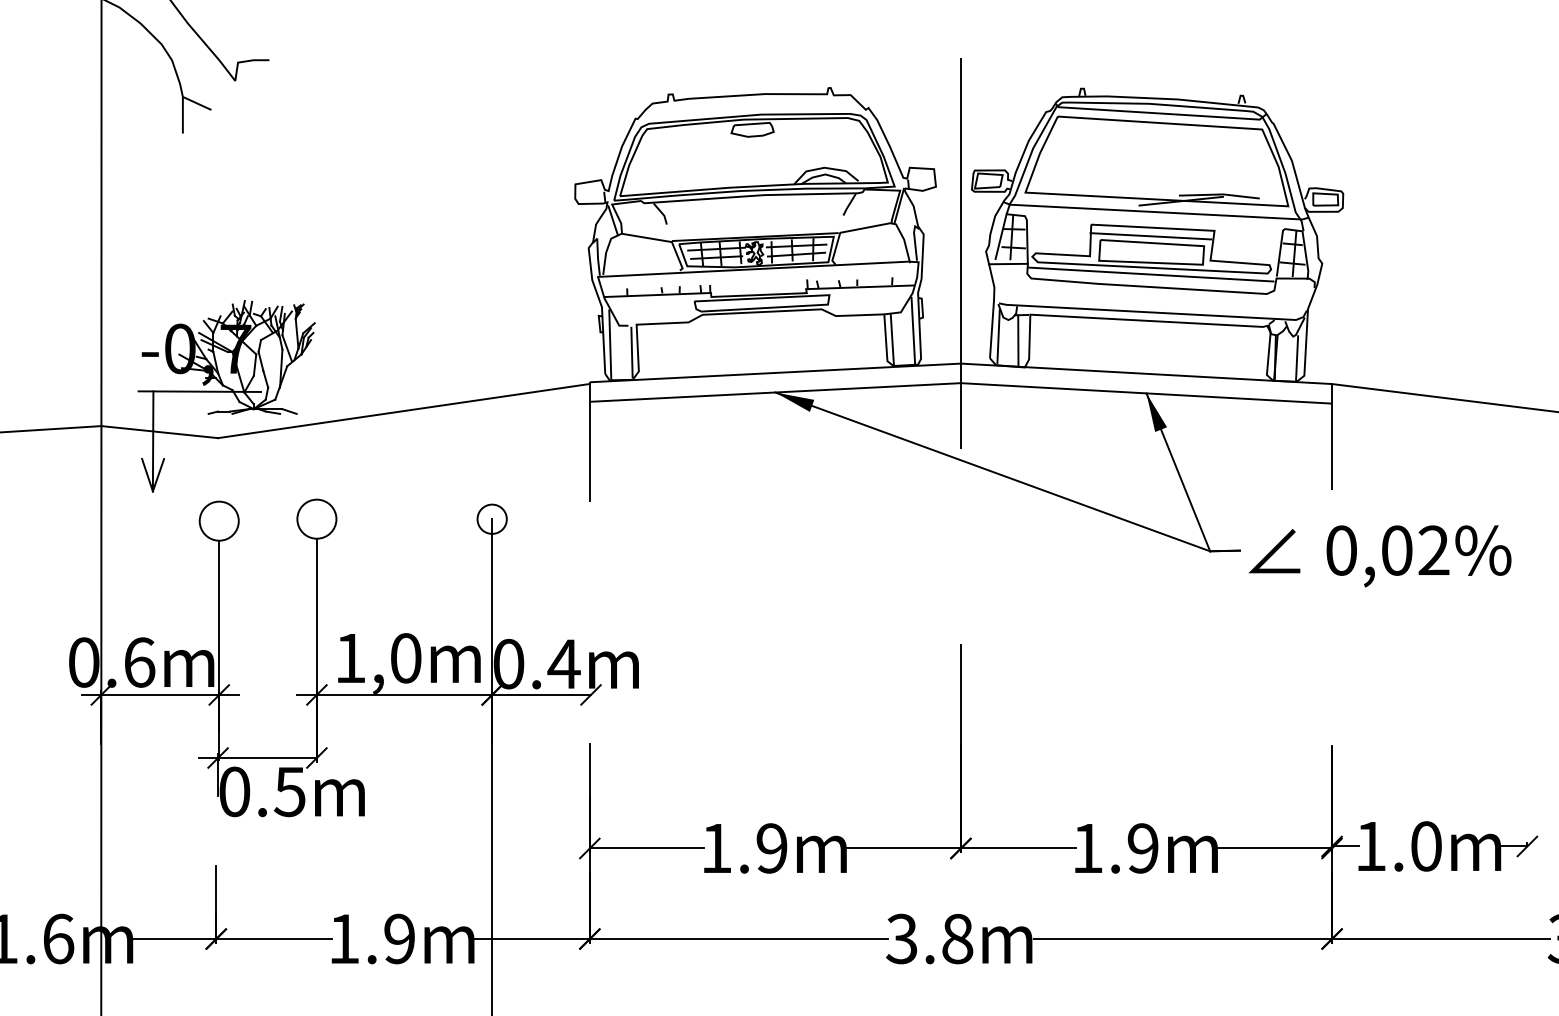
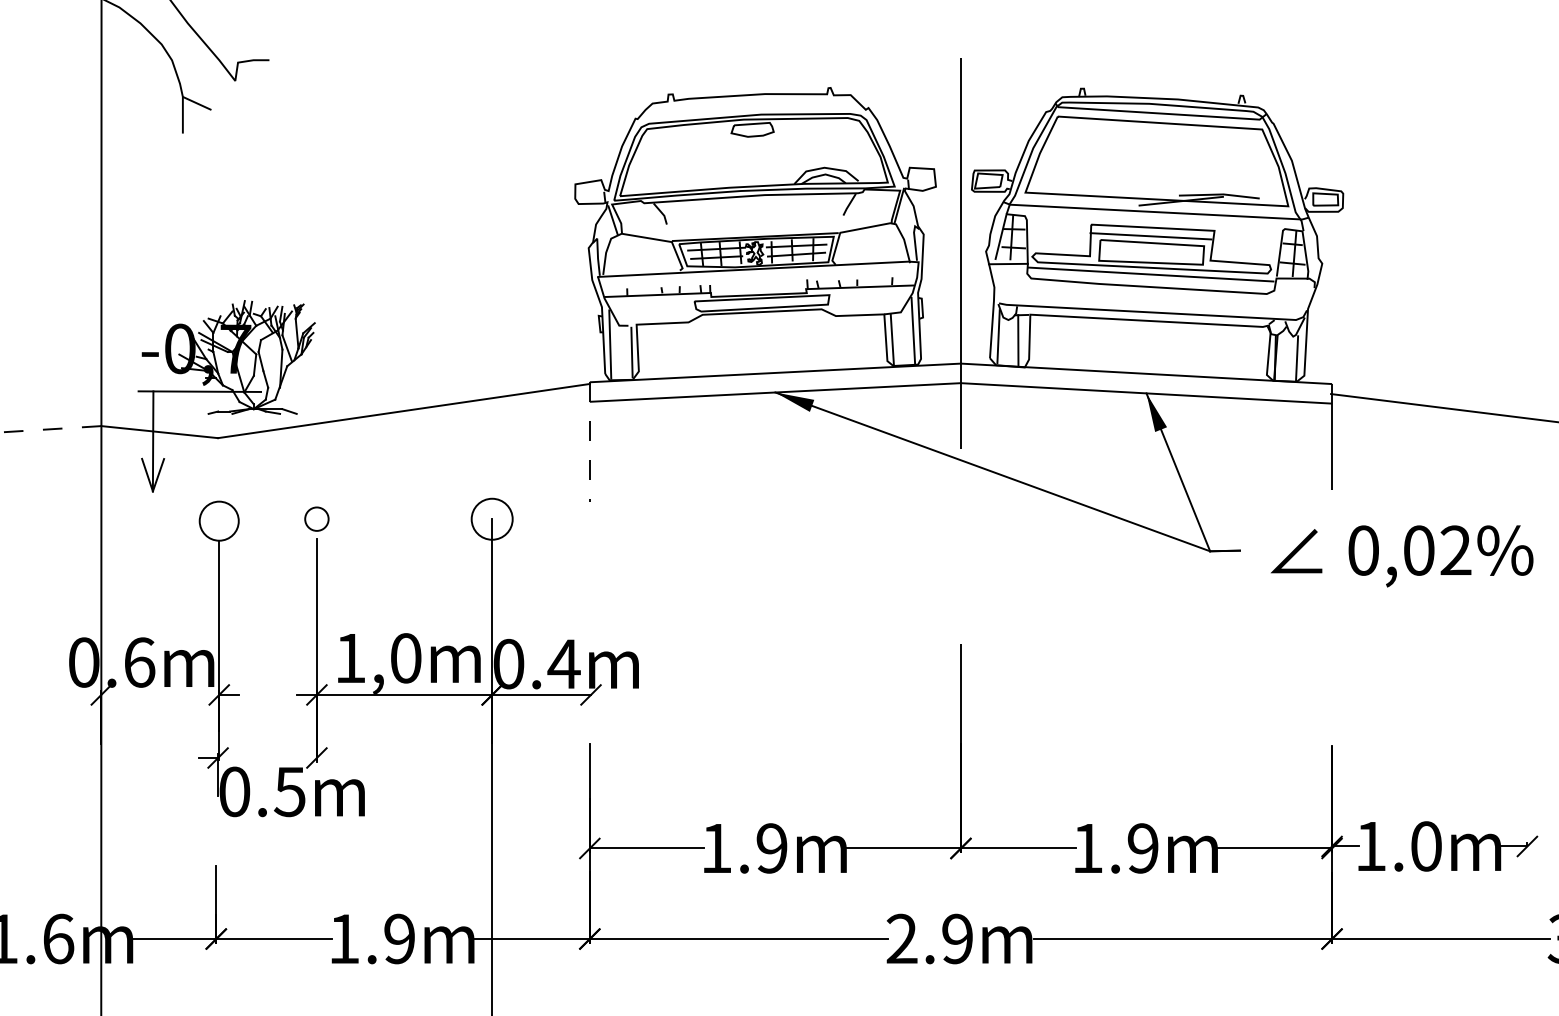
line at (1443, 397) position: (1443, 397) -> (1443, 407)
line at (50, 429): solid -> dashed
line at (589, 442): solid -> dashed
circle at (316, 518) diameter: 39 px -> 23 px
circle at (491, 518) diameter: 29 px -> 41 px
text at (1380, 556) position: (1380, 556) -> (1402, 556)
line at (150, 694): present -> none
line at (267, 758): present -> none
text at (929, 938): 3.8m -> 2.9m
